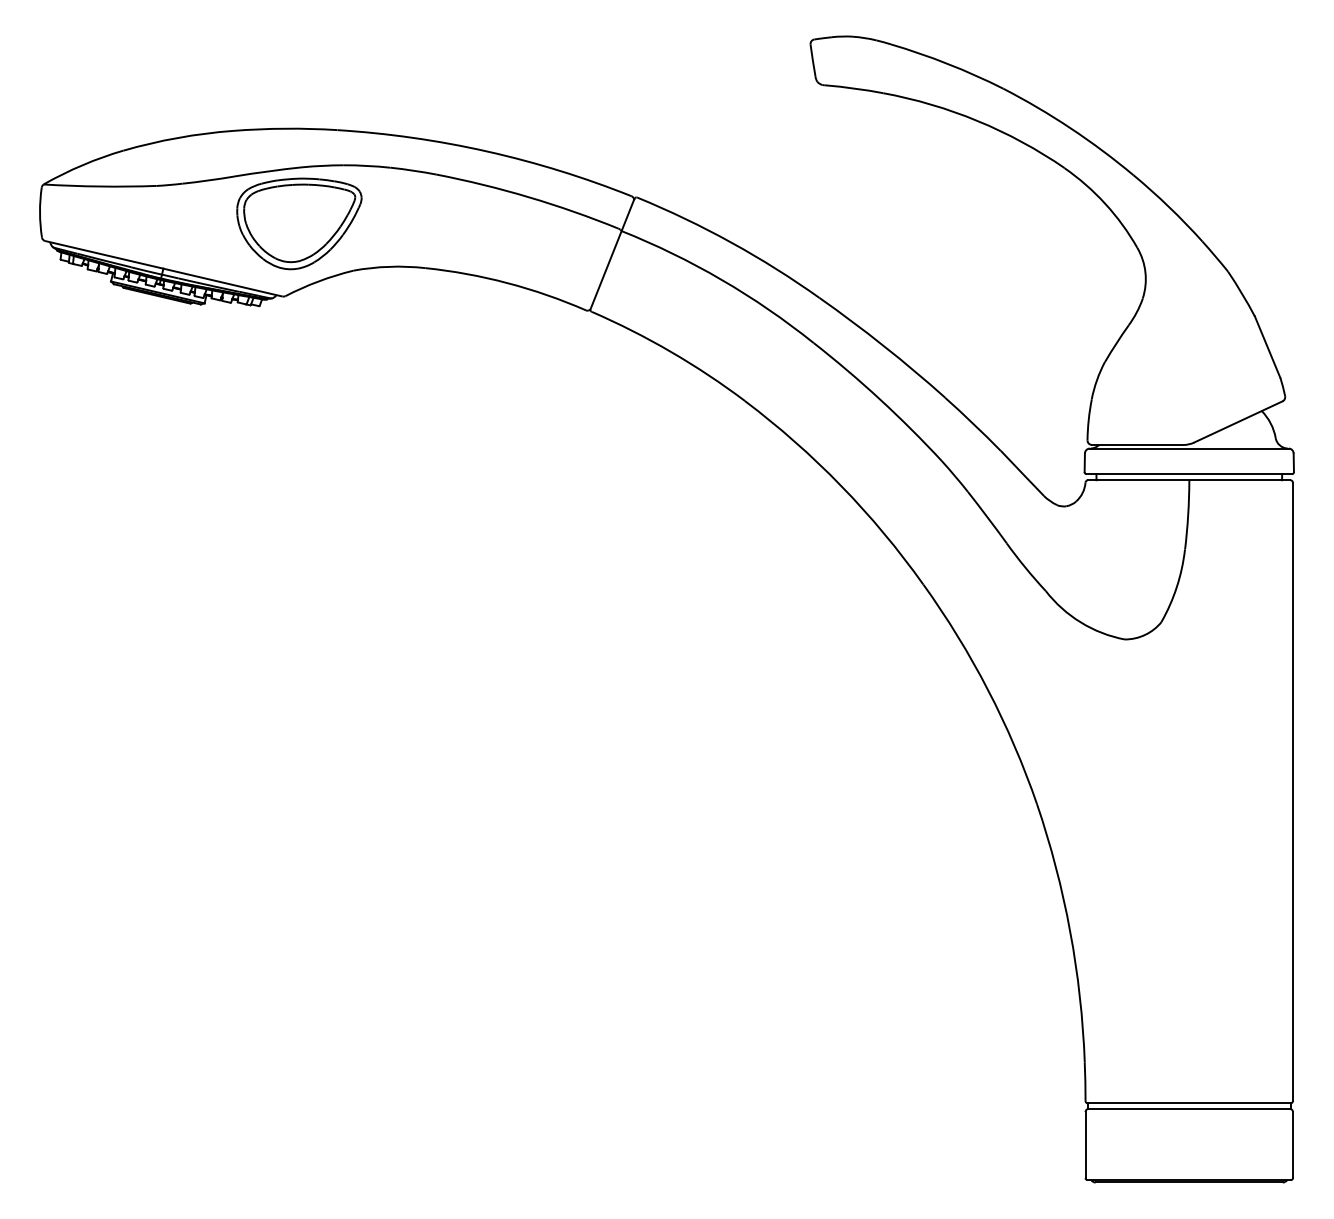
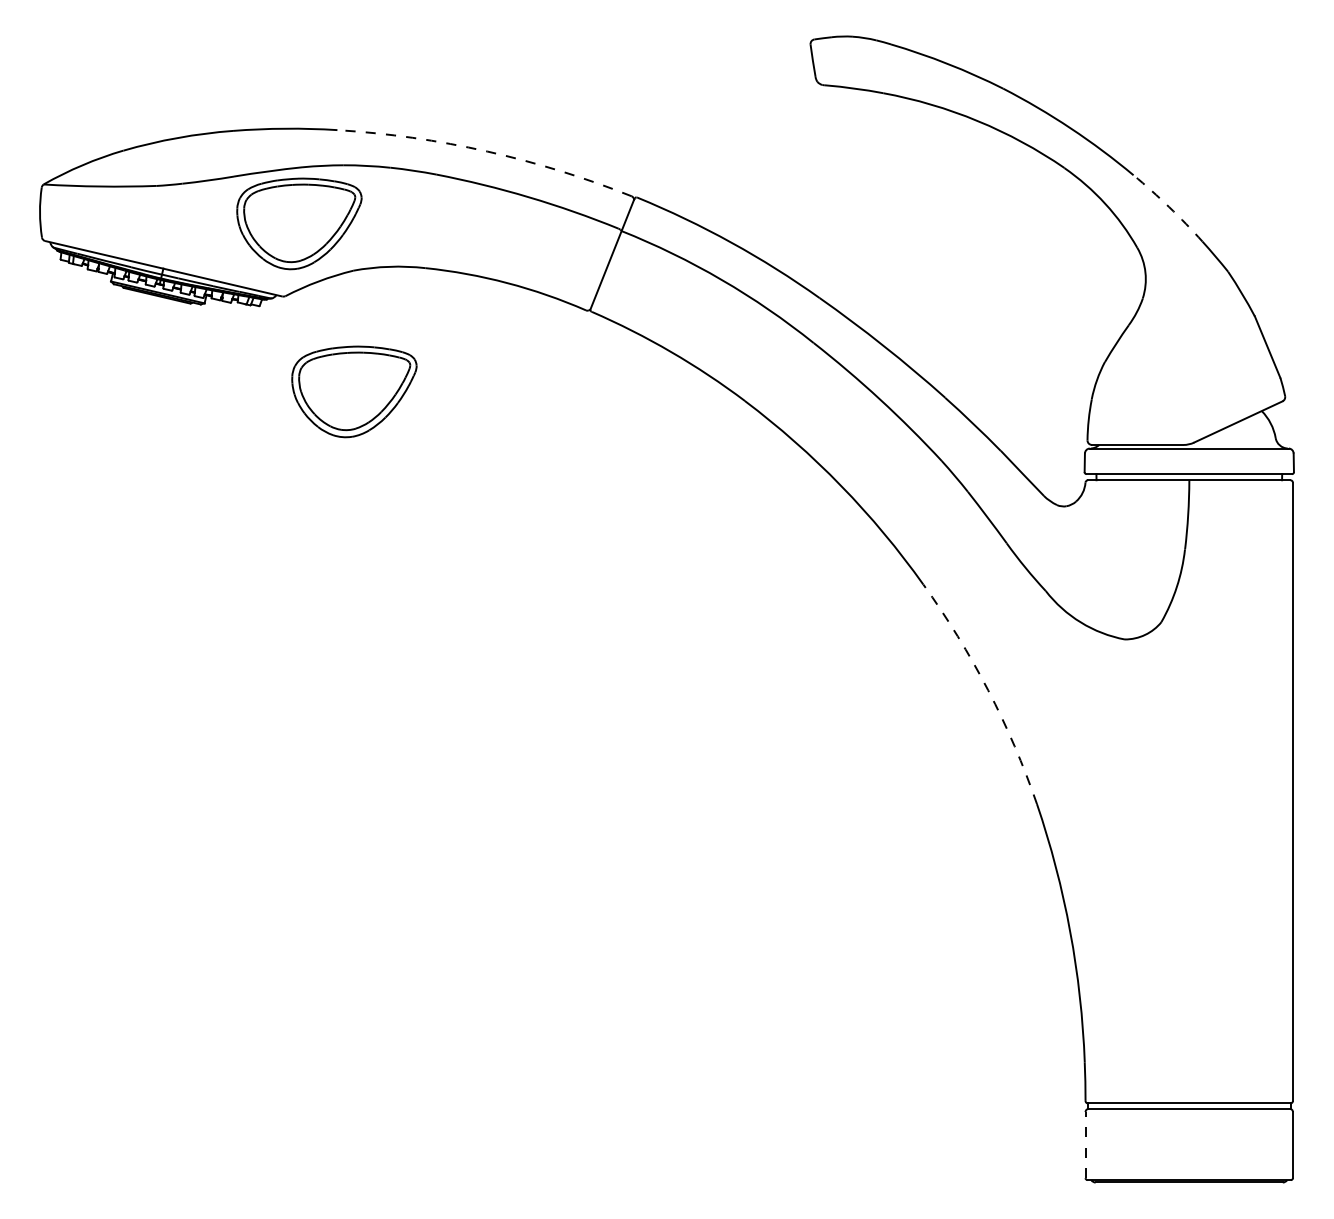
arc at (487, 151): solid -> dashed
arc at (1169, 207): solid -> dashed
part at (354, 391): none -> present
arc at (988, 690): solid -> dashed
line at (1085, 1144): solid -> dashed
